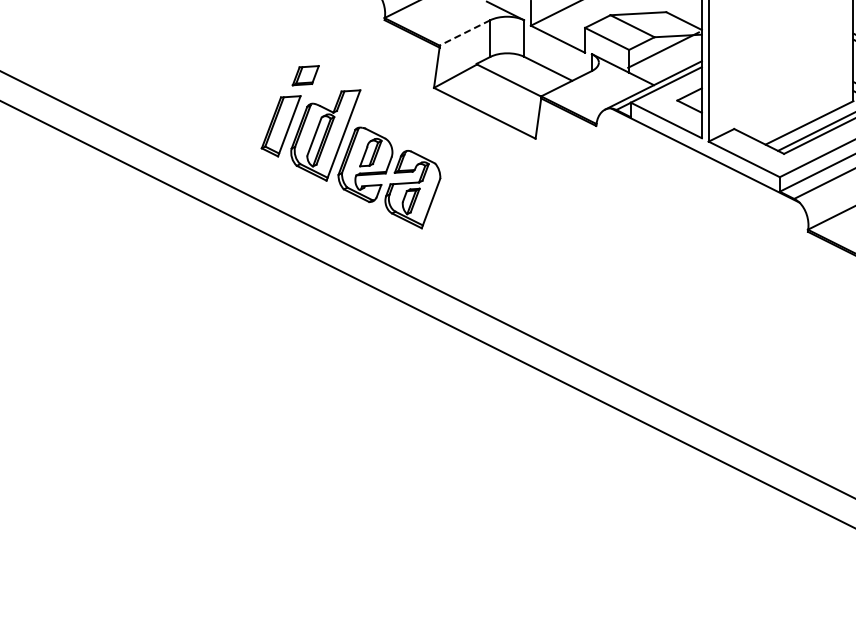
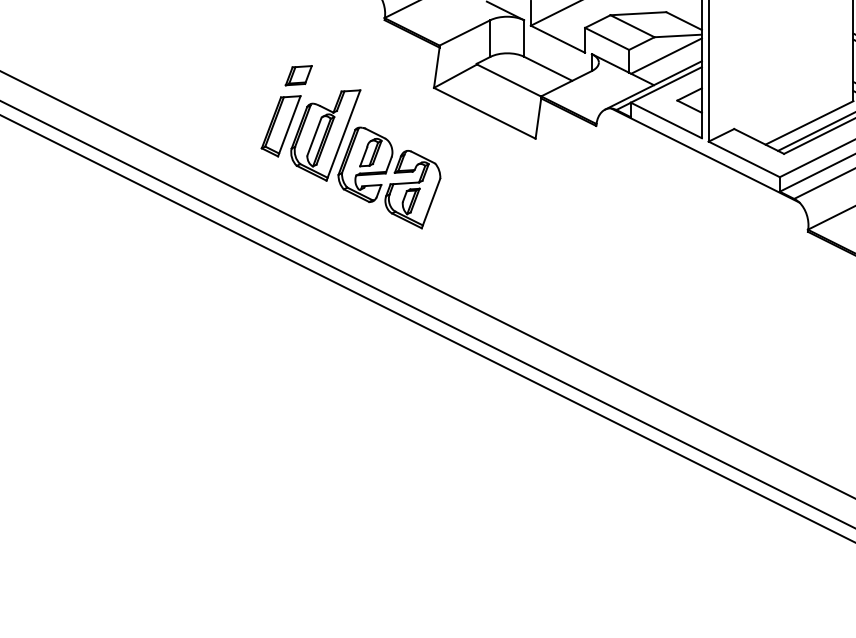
line at (464, 33): dashed -> solid
line at (663, 49) position: (663, 49) -> (666, 55)
part at (305, 75) position: (305, 75) -> (298, 75)
line at (427, 328): none -> present
